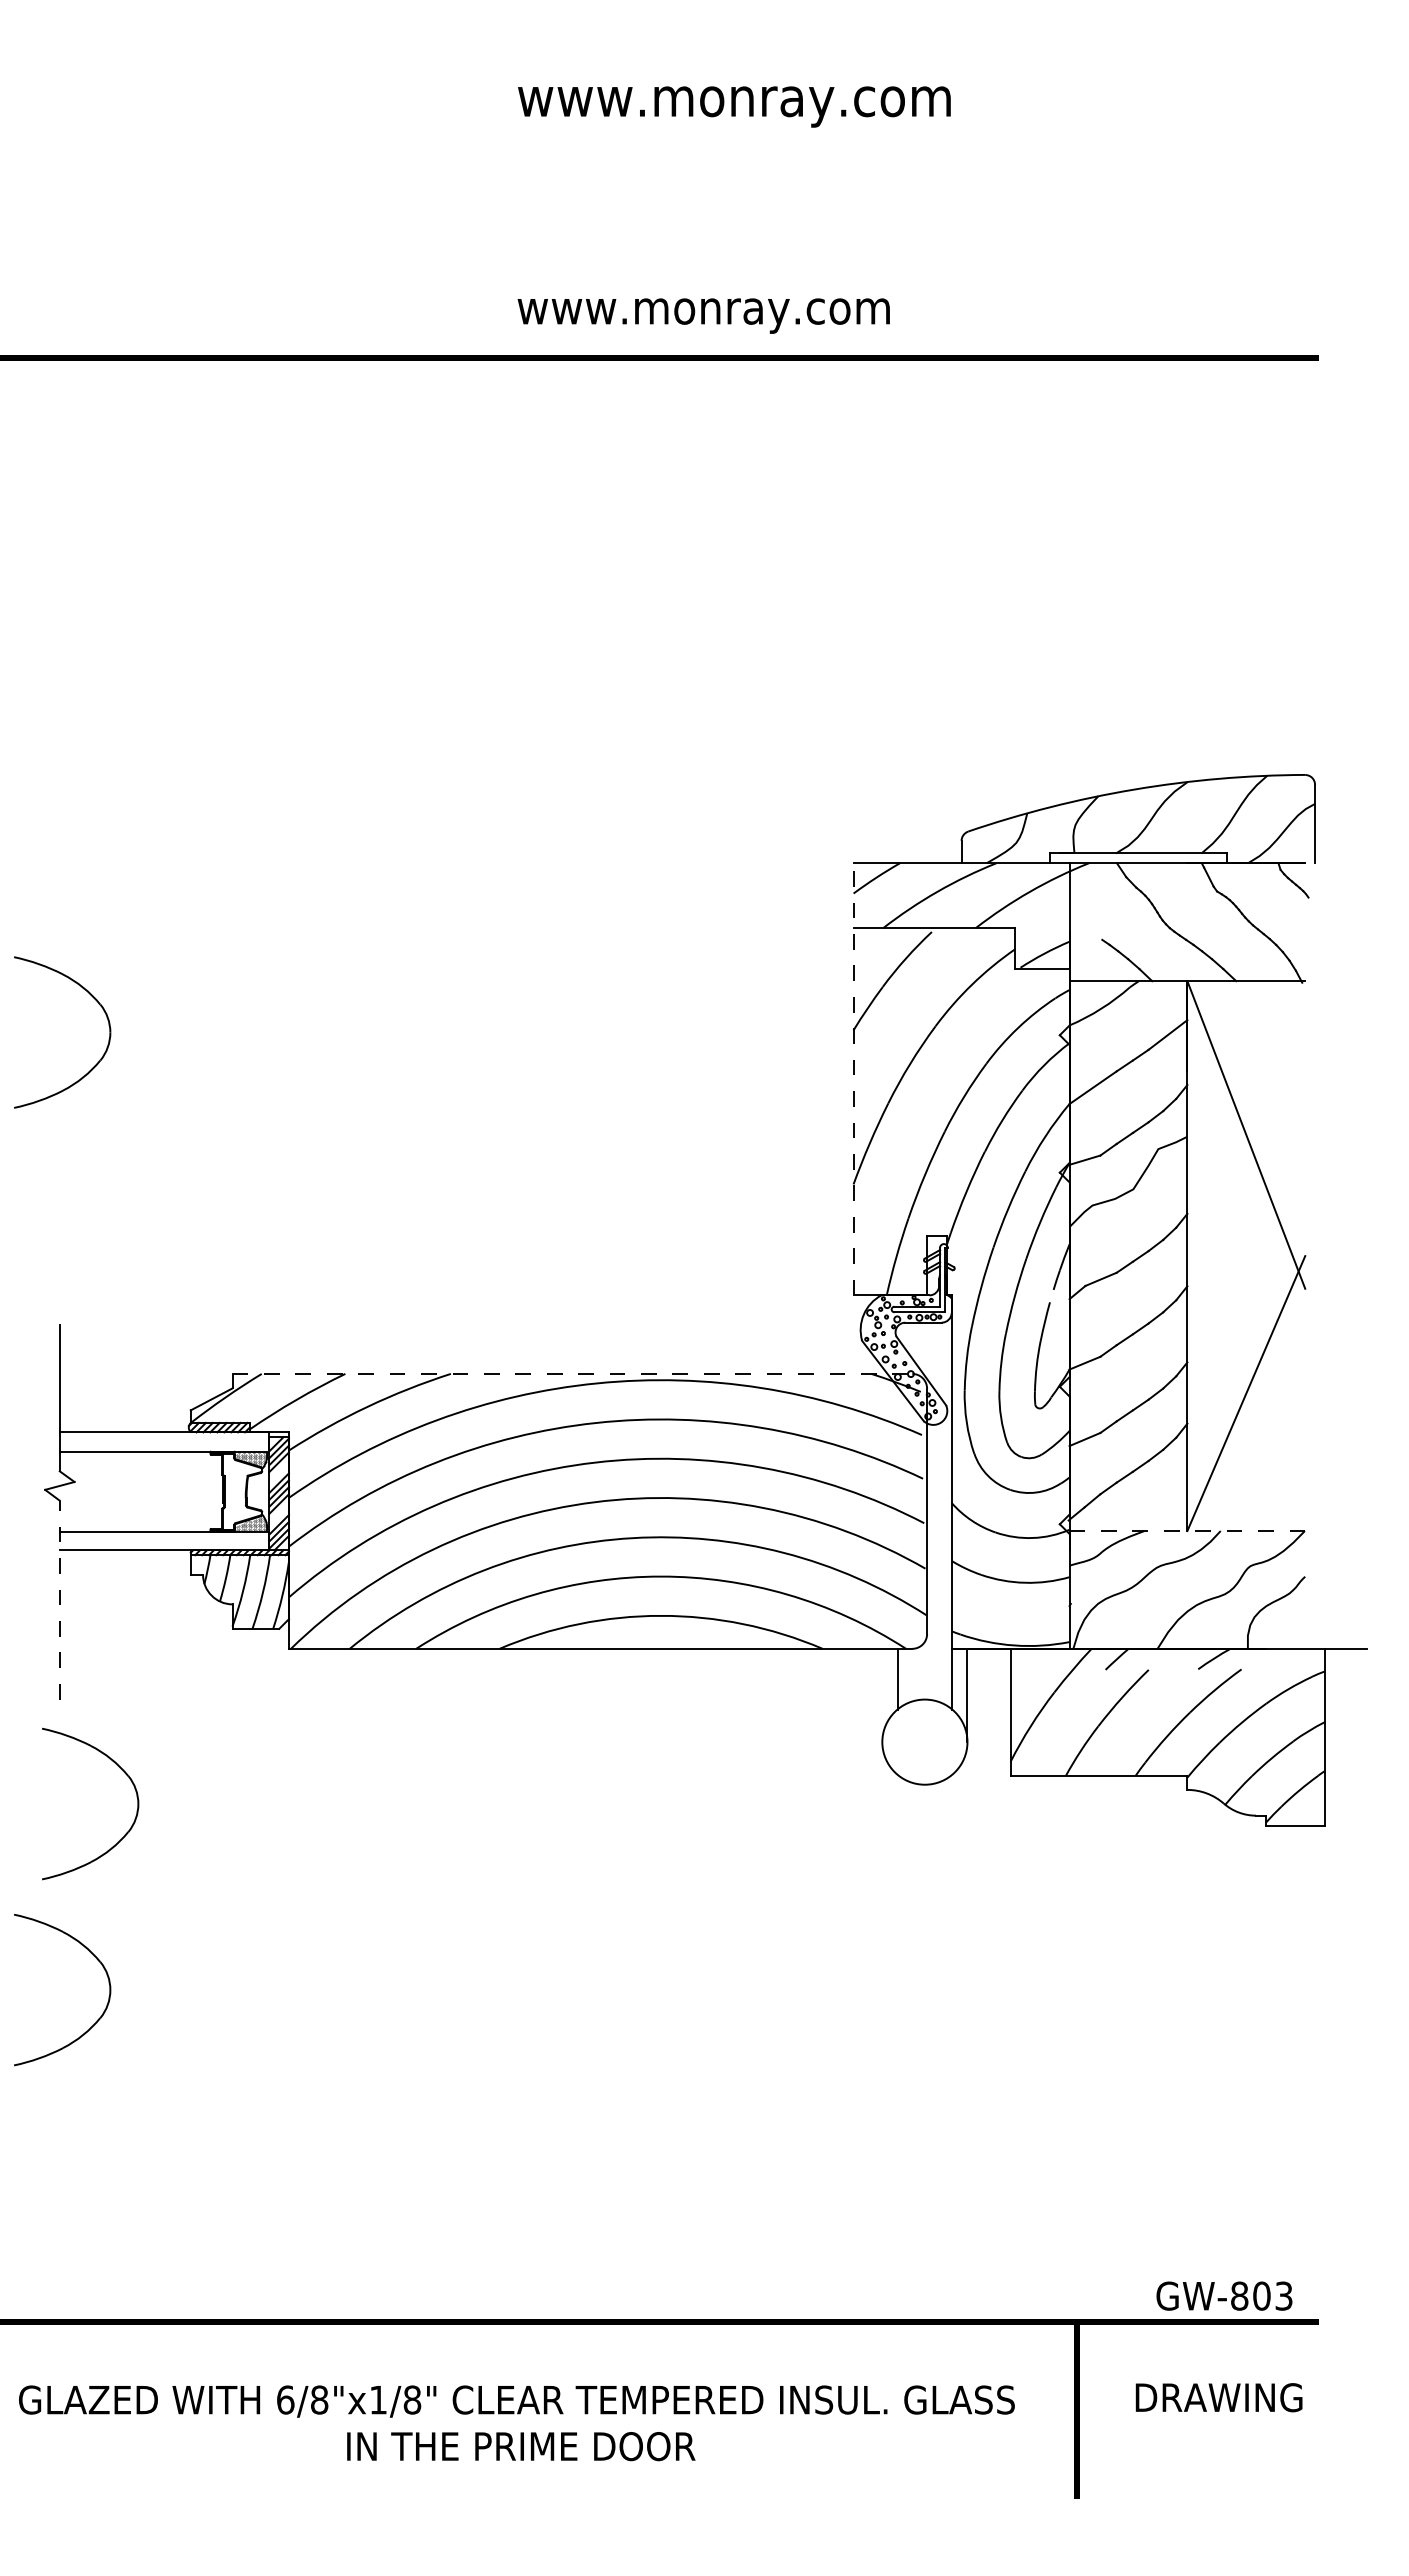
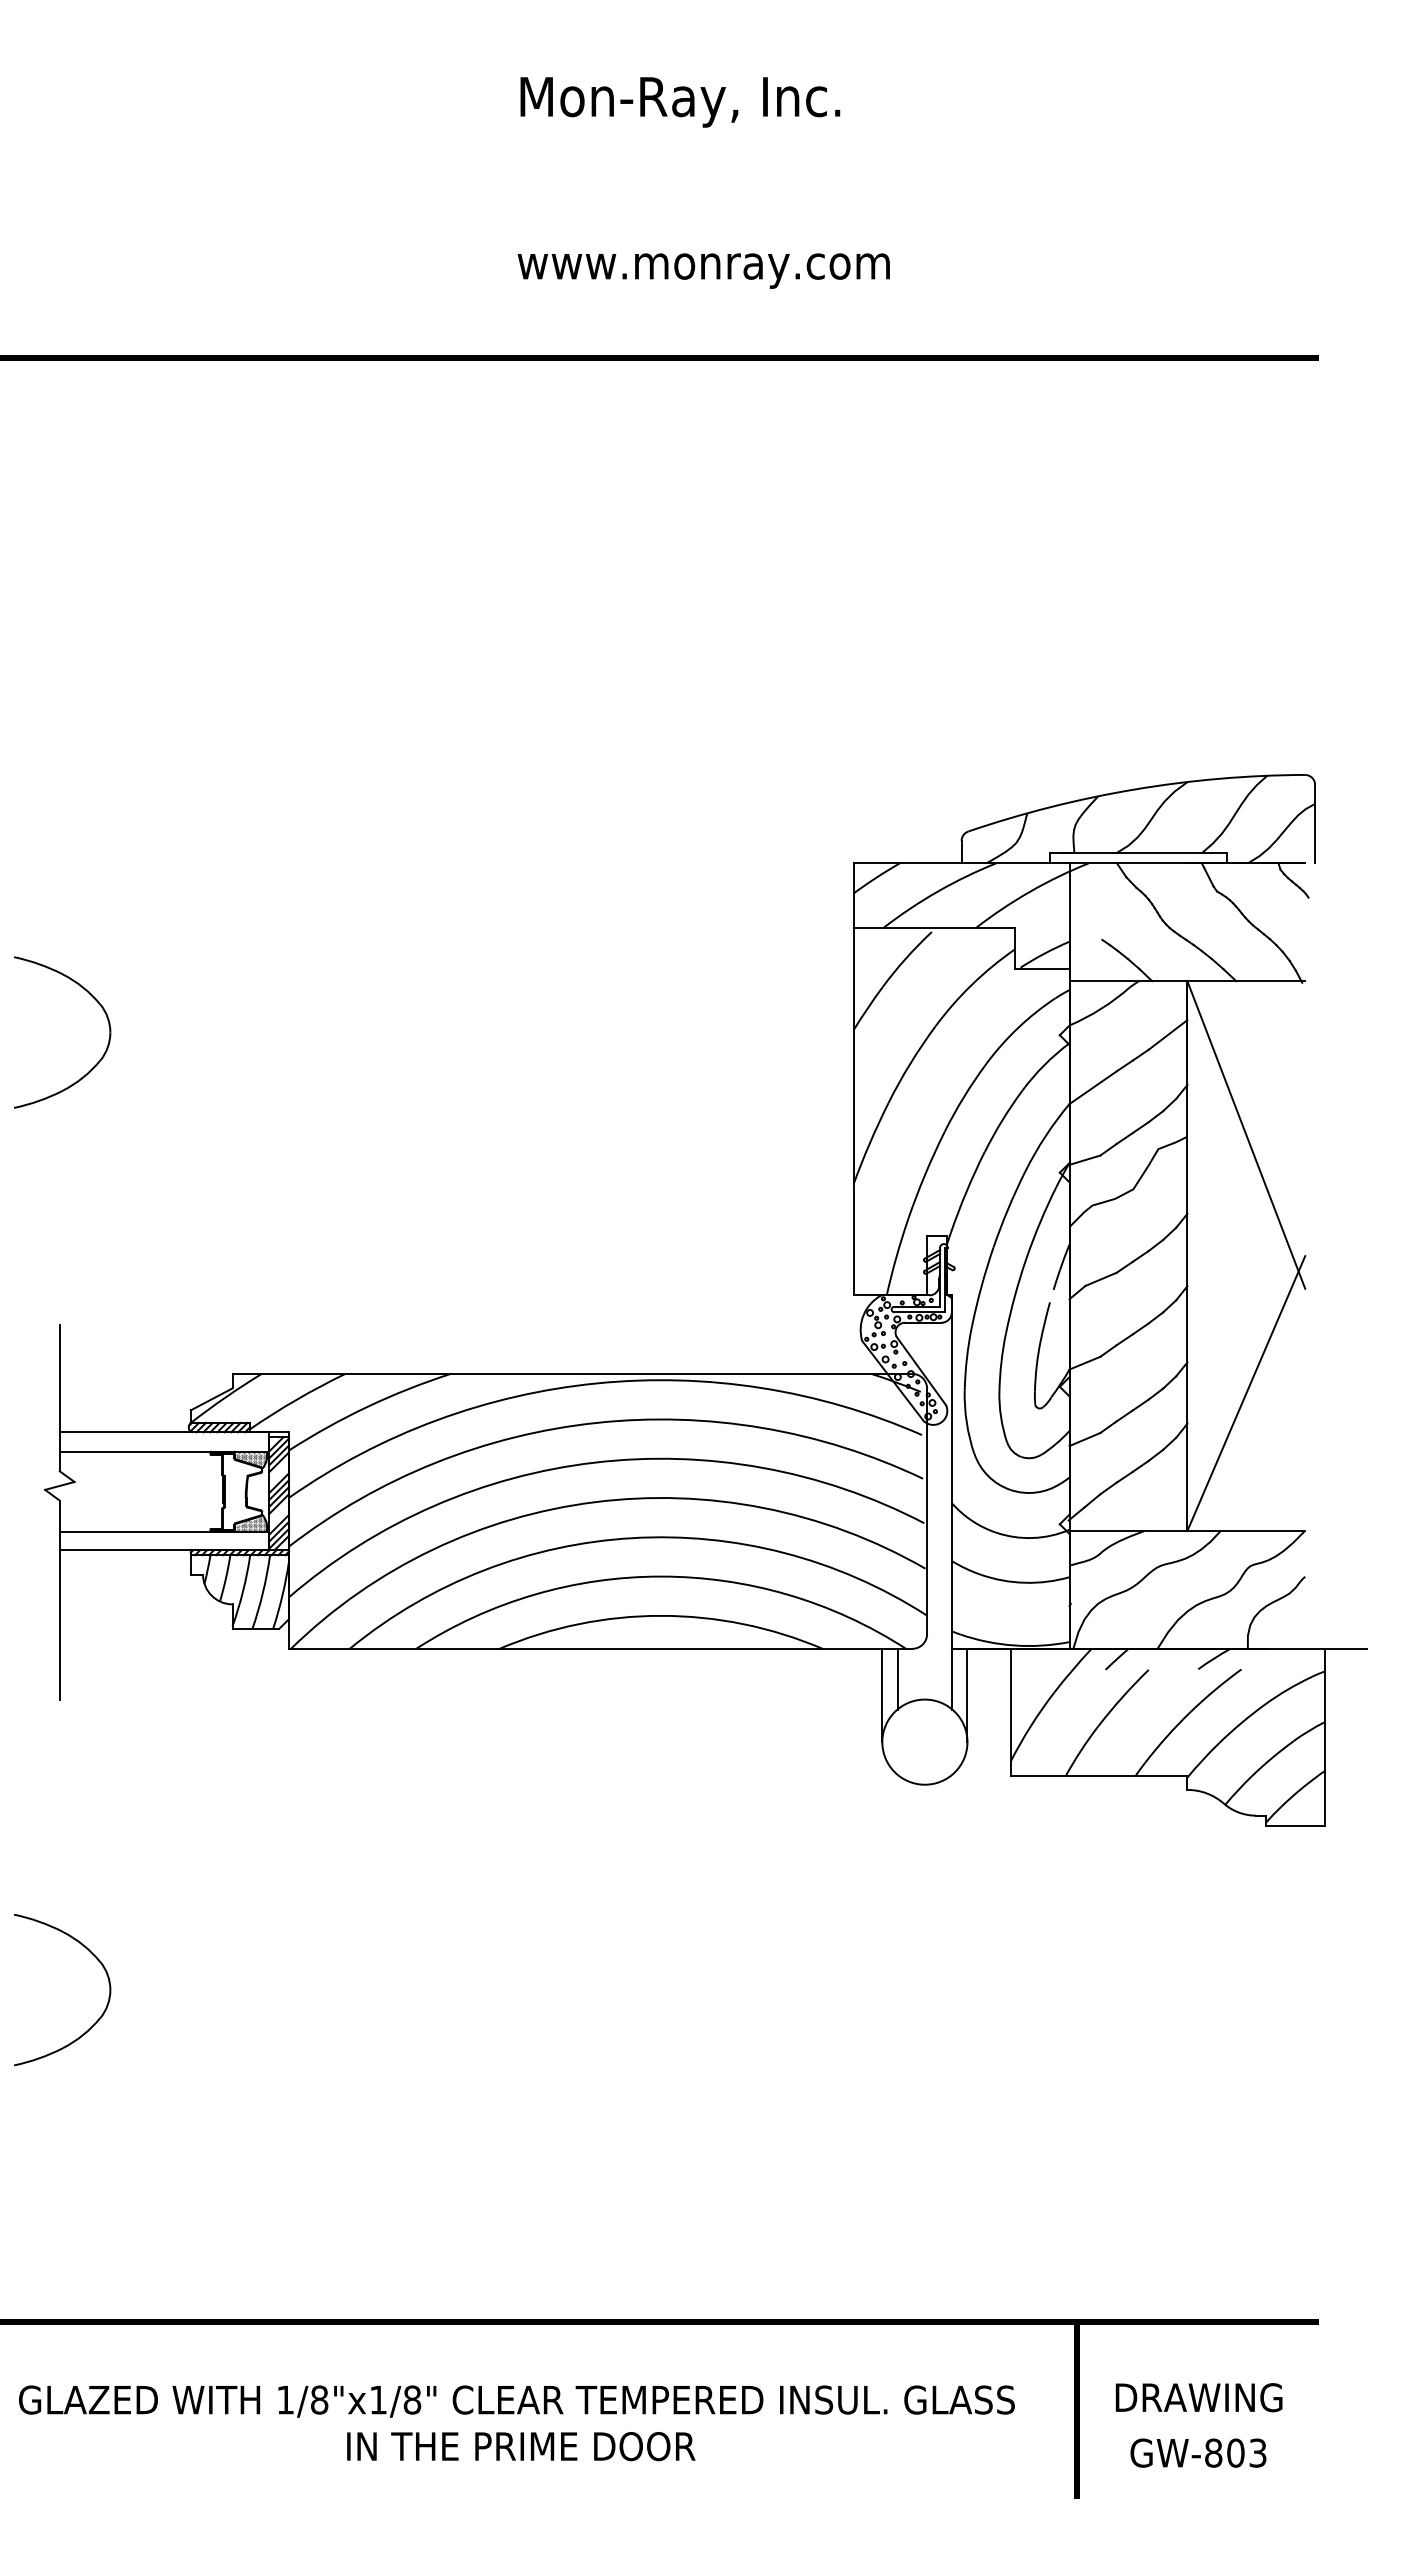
text at (734, 102): www.monray.com -> Mon-Ray, Inc.
text at (703, 315) position: (703, 315) -> (703, 270)
line at (853, 1078): dashed -> solid
line at (572, 1373): dashed -> solid
line at (1187, 1531): dashed -> solid
line at (59, 1599): dashed -> solid
line at (882, 1695): none -> present
part at (124, 1773): present -> none
text at (1224, 2295) position: (1224, 2295) -> (1198, 2452)
text at (1218, 2397) position: (1218, 2397) -> (1198, 2397)
text at (285, 2399): 6/8"x1/8" -> 1/8"x1/8"
